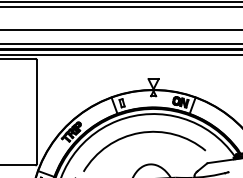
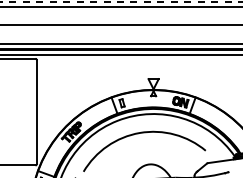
line at (121, 1): solid -> dashed
line at (120, 29) position: (120, 29) -> (120, 24)
